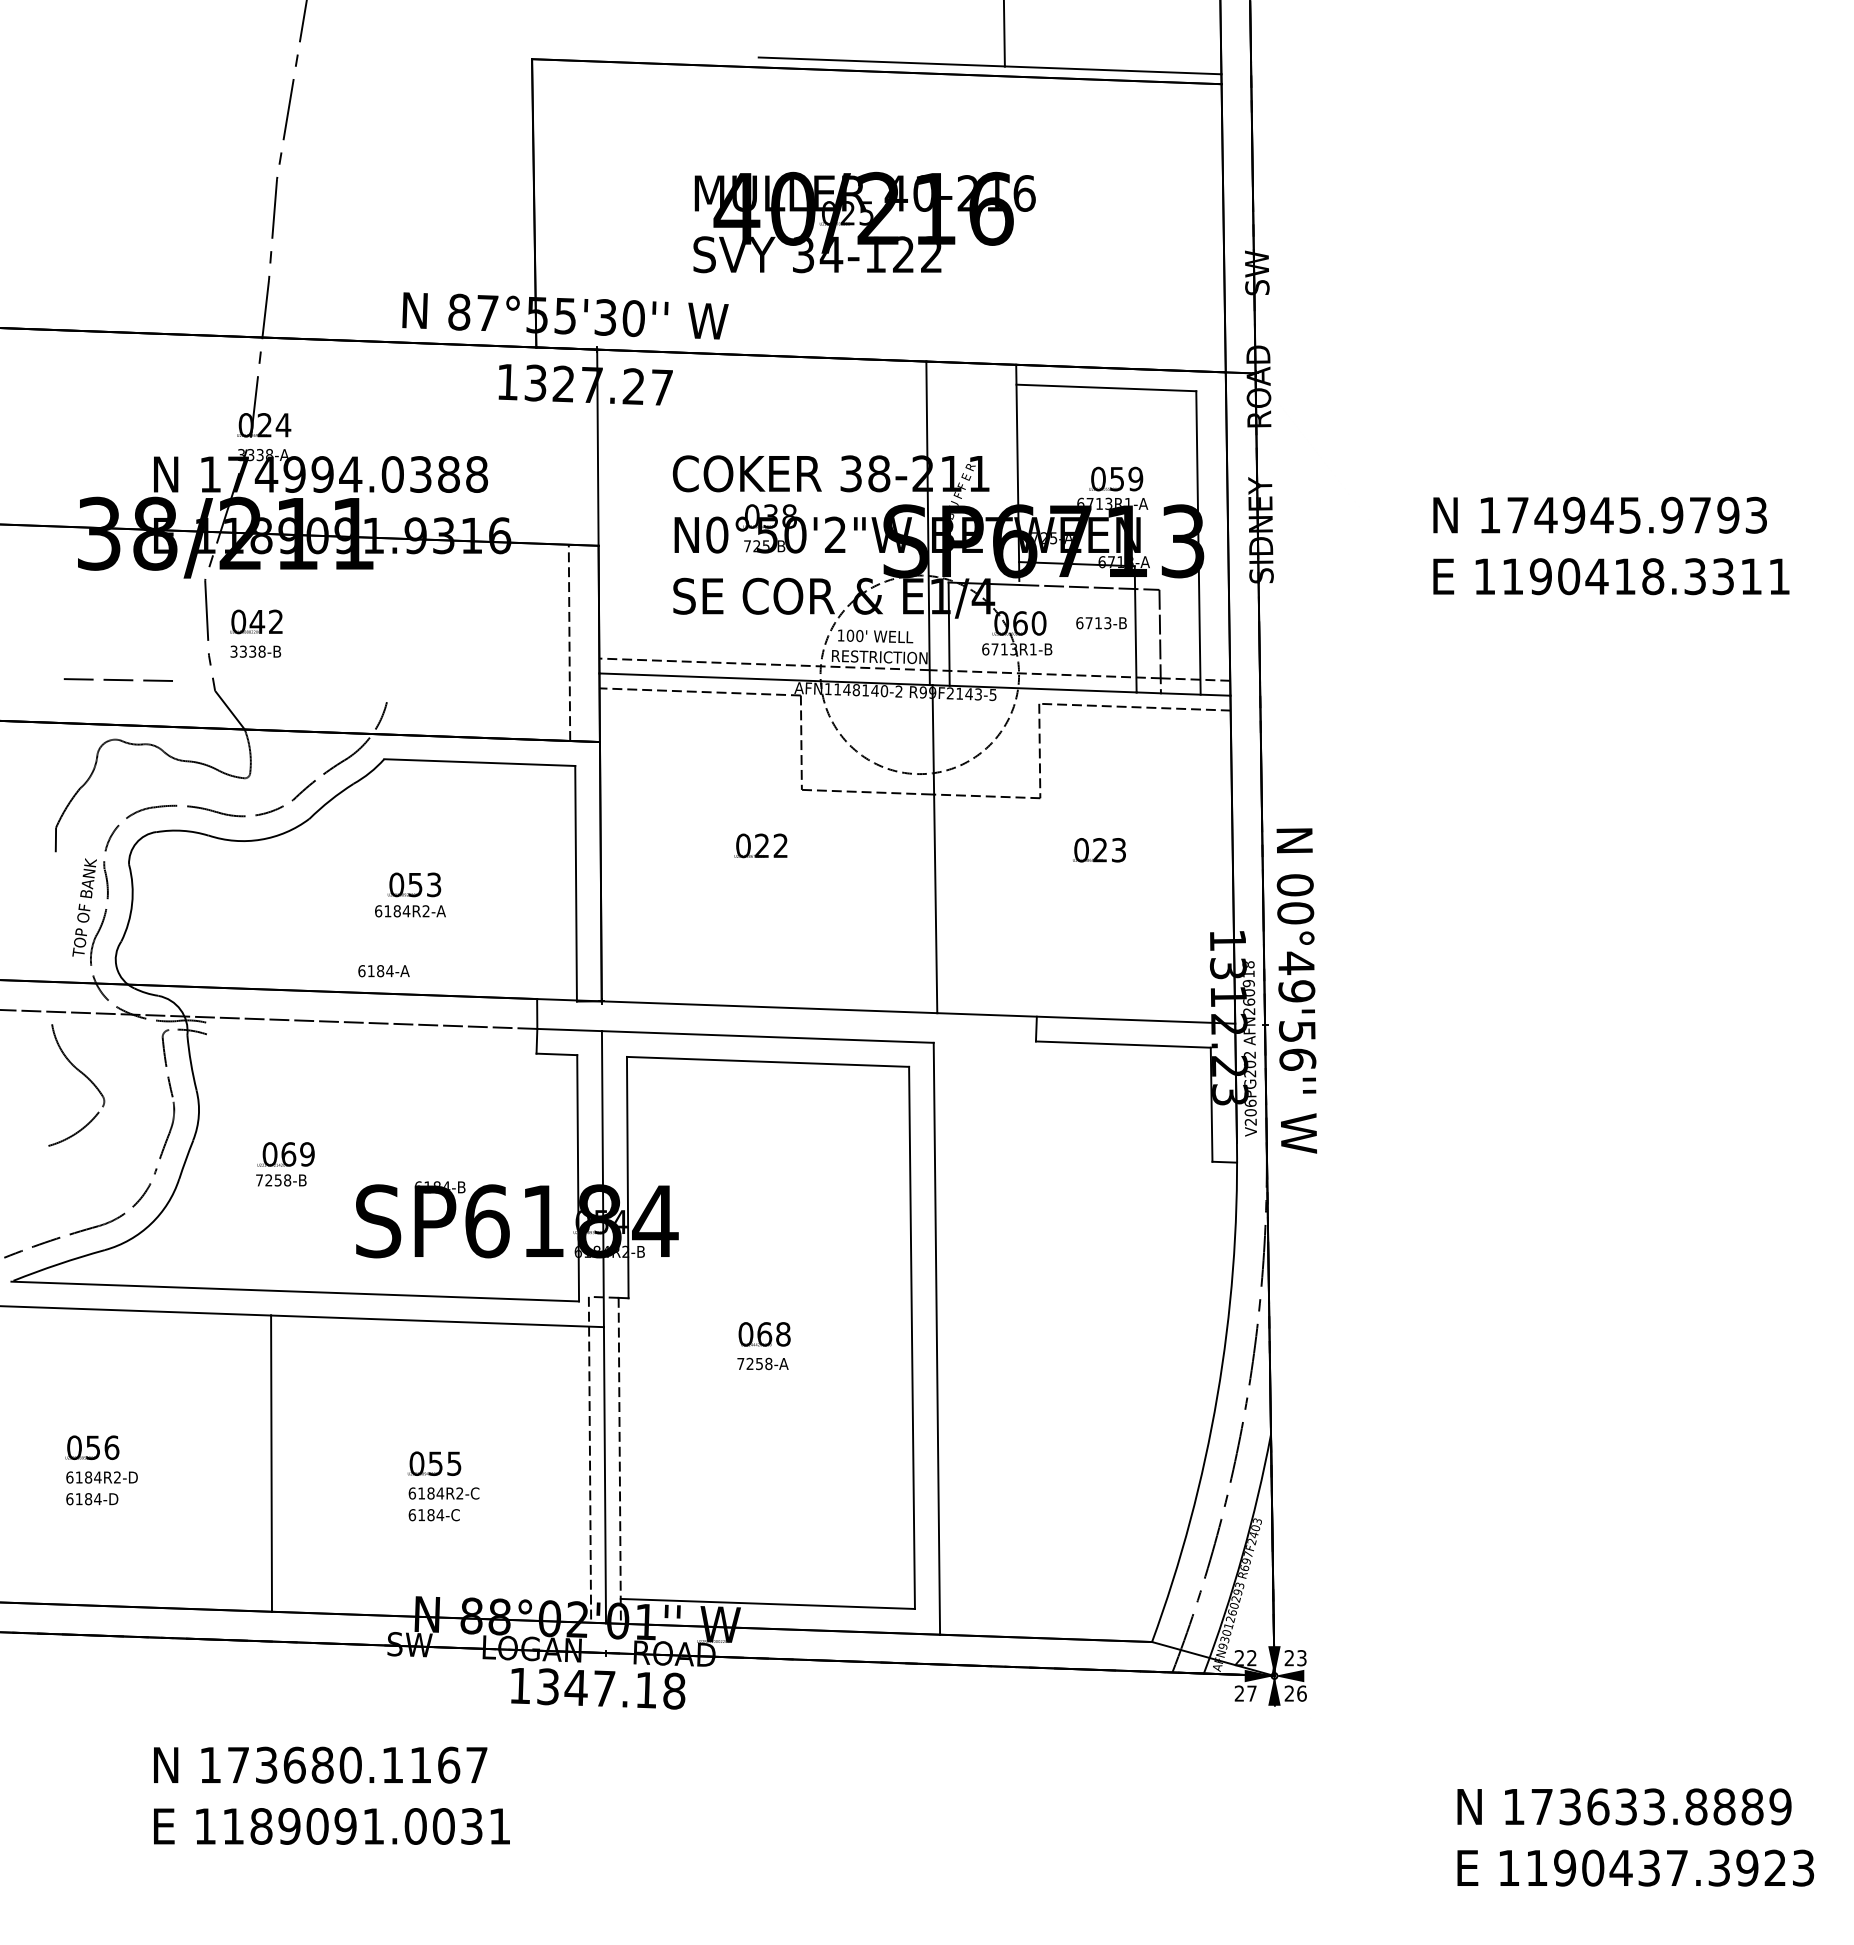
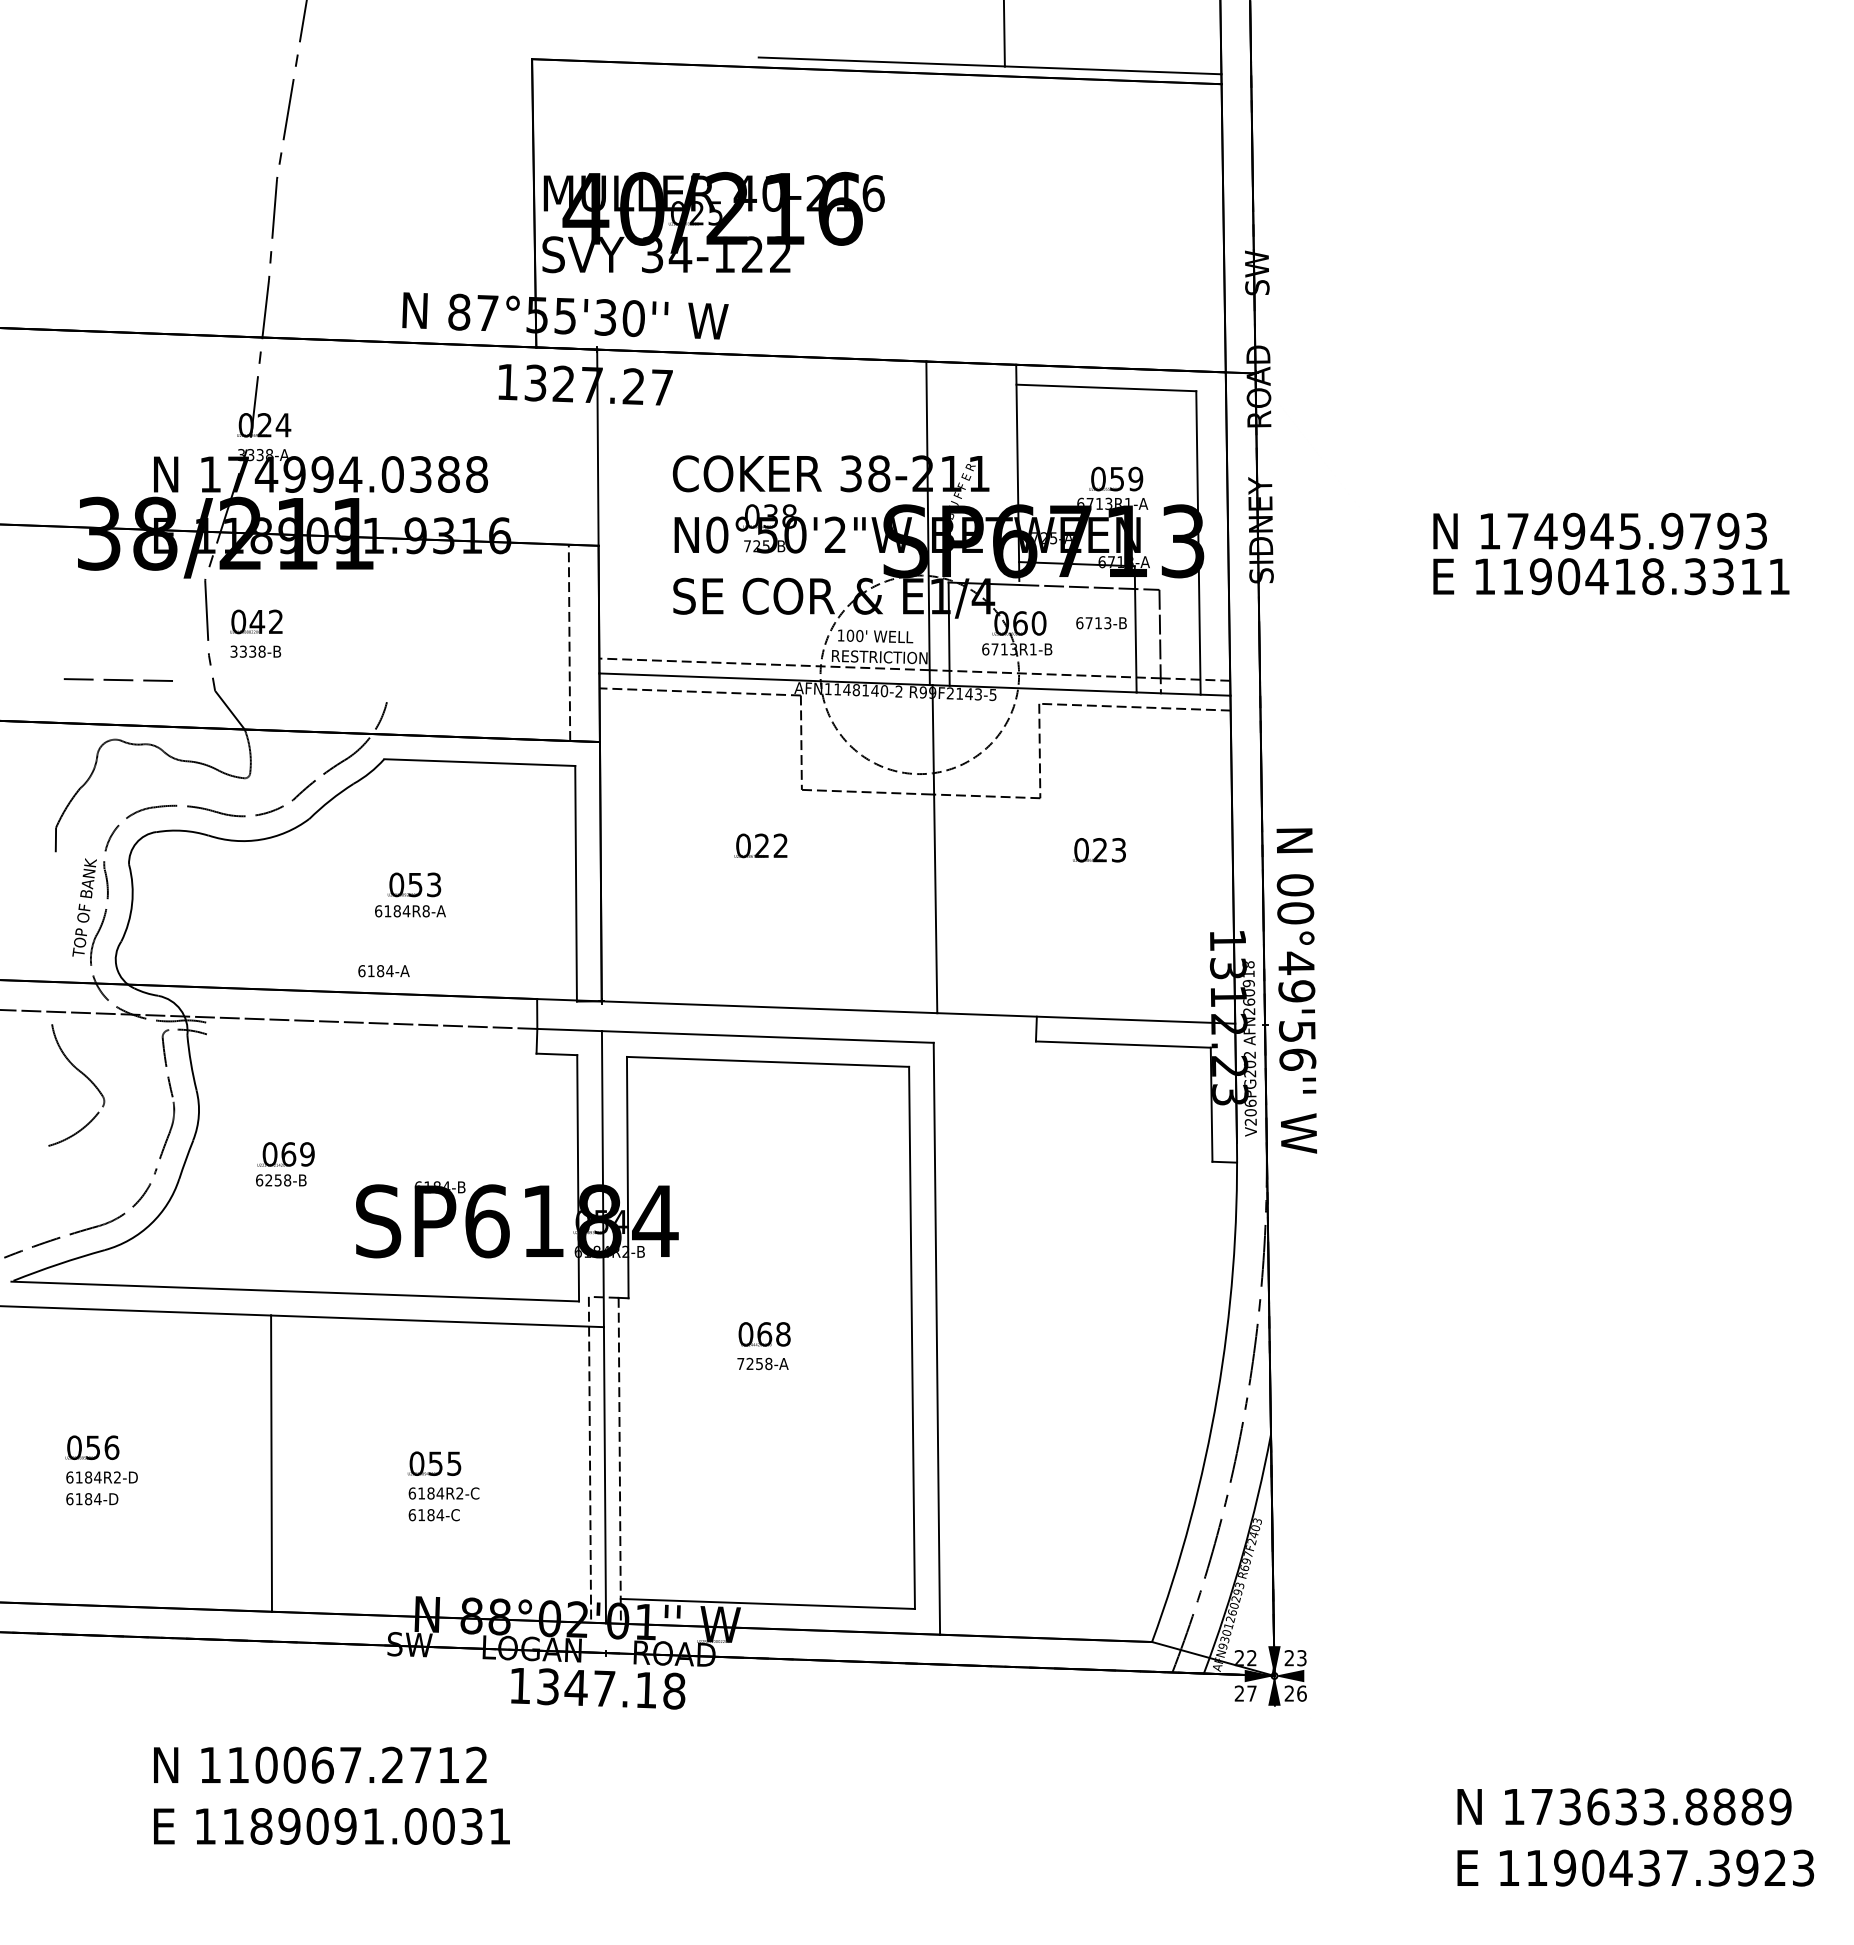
text at (864, 222) position: (864, 222) -> (713, 222)
text at (1599, 514) position: (1599, 514) -> (1599, 530)
text at (425, 911): 6184R2-A -> 6184R8-A
text at (259, 1180): 7258-B -> 6258-B
text at (357, 1764): 173680.1167 -> 110067.2712
